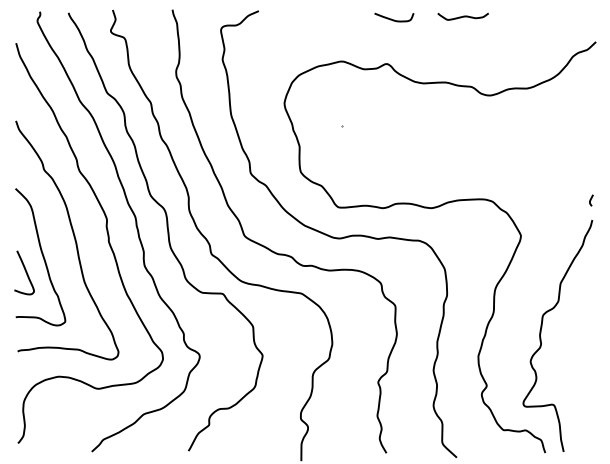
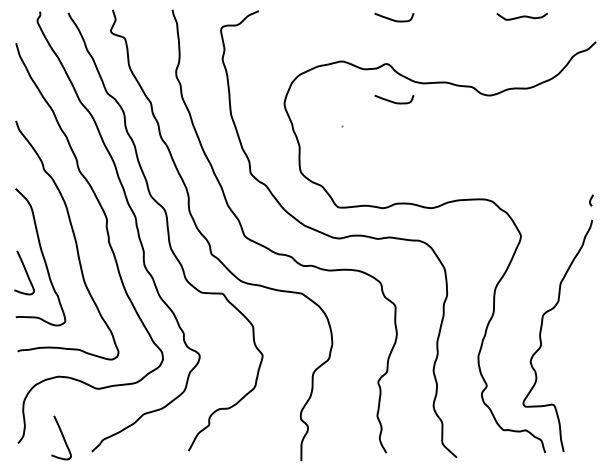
curve at (462, 16) position: (462, 16) -> (521, 16)
curve at (394, 101): none -> present
curve at (62, 437): none -> present
